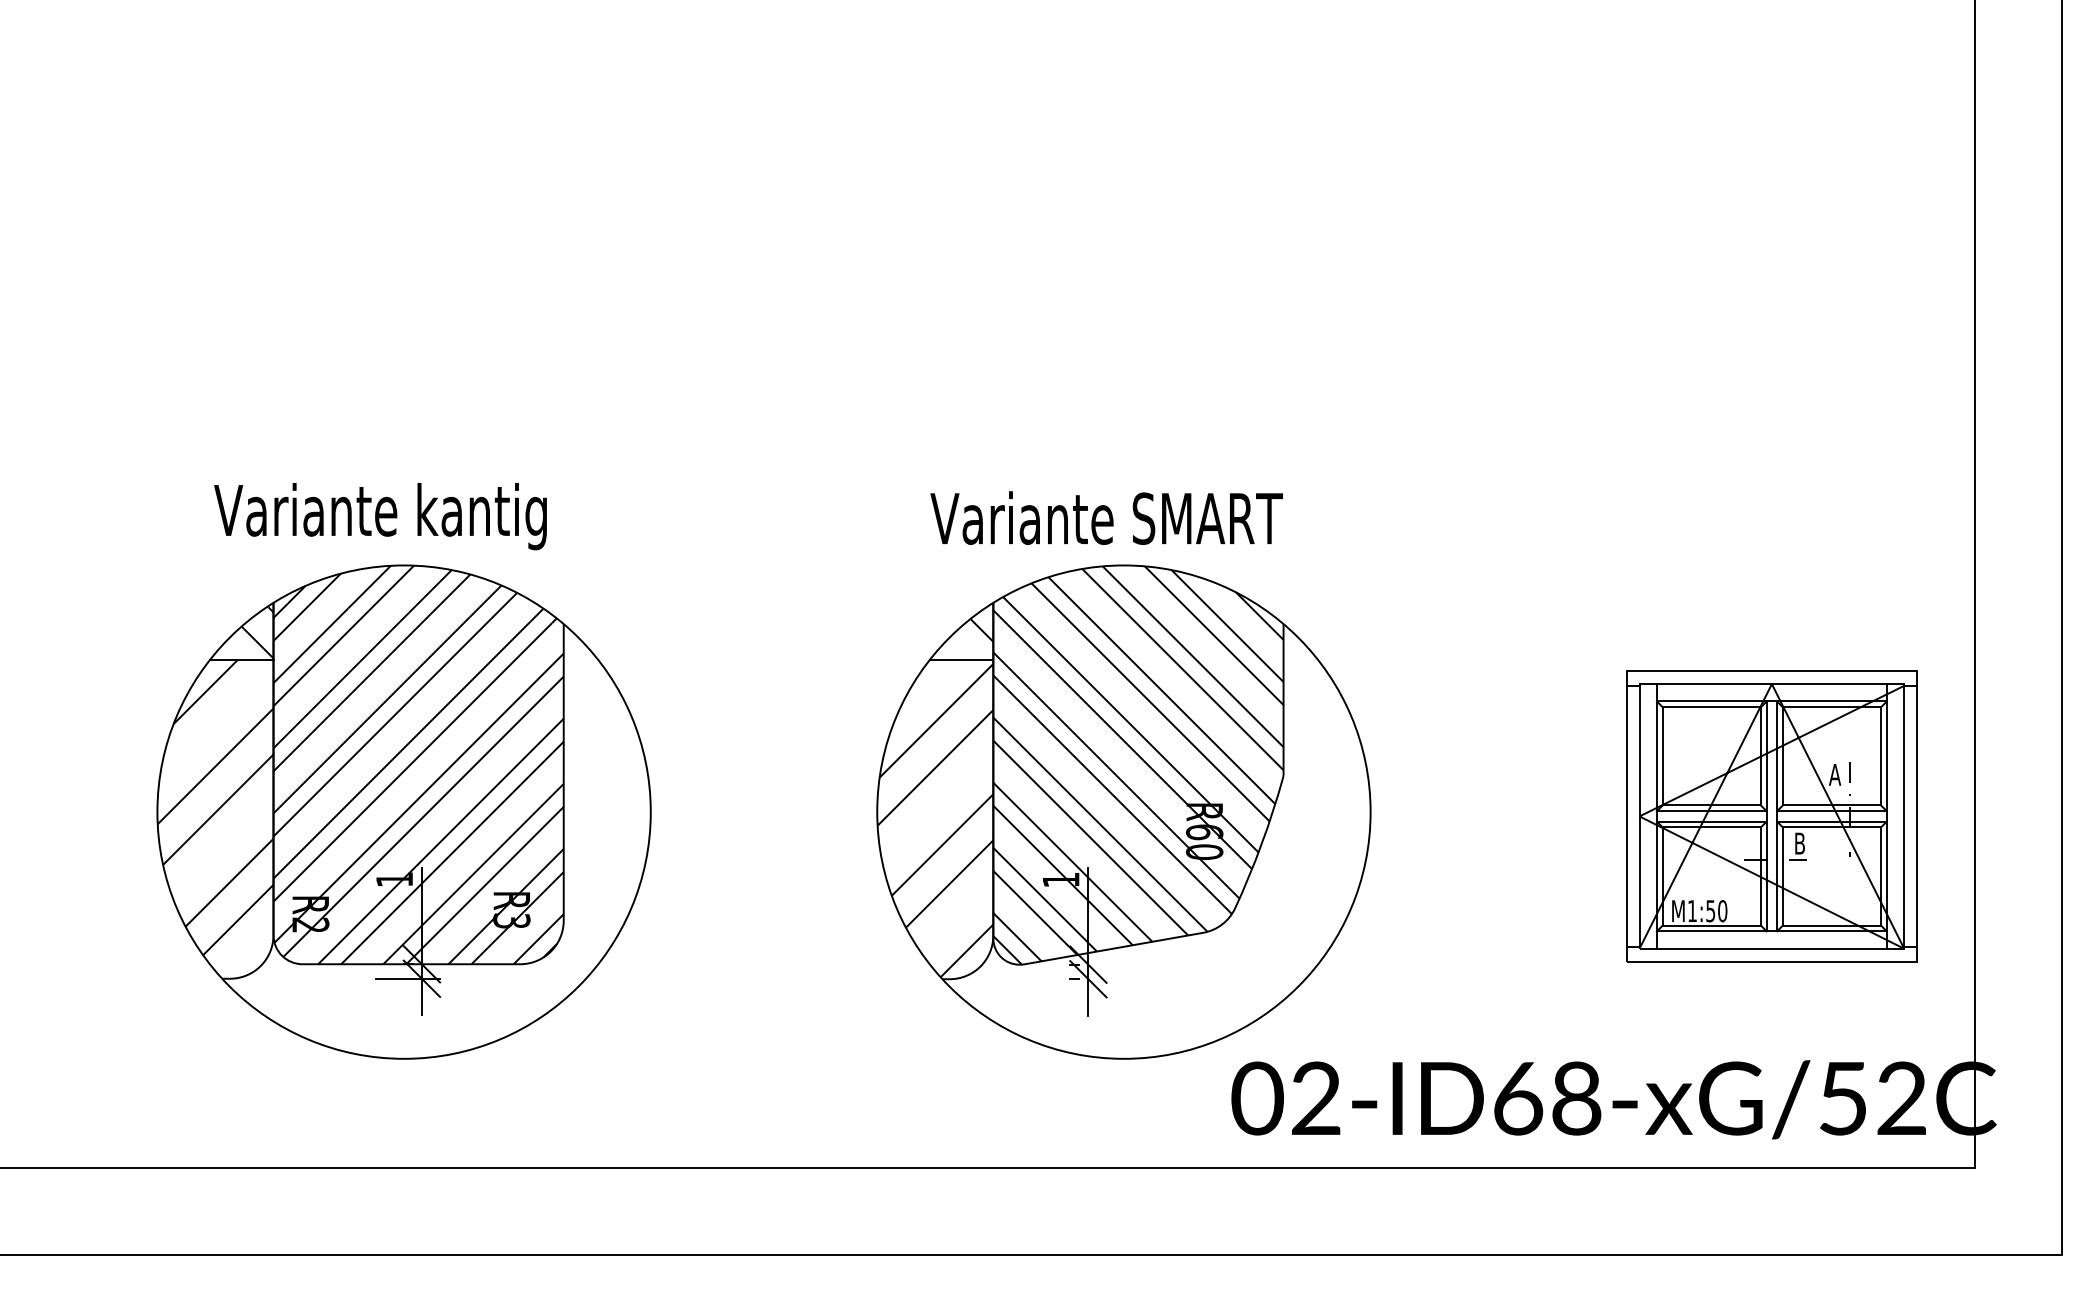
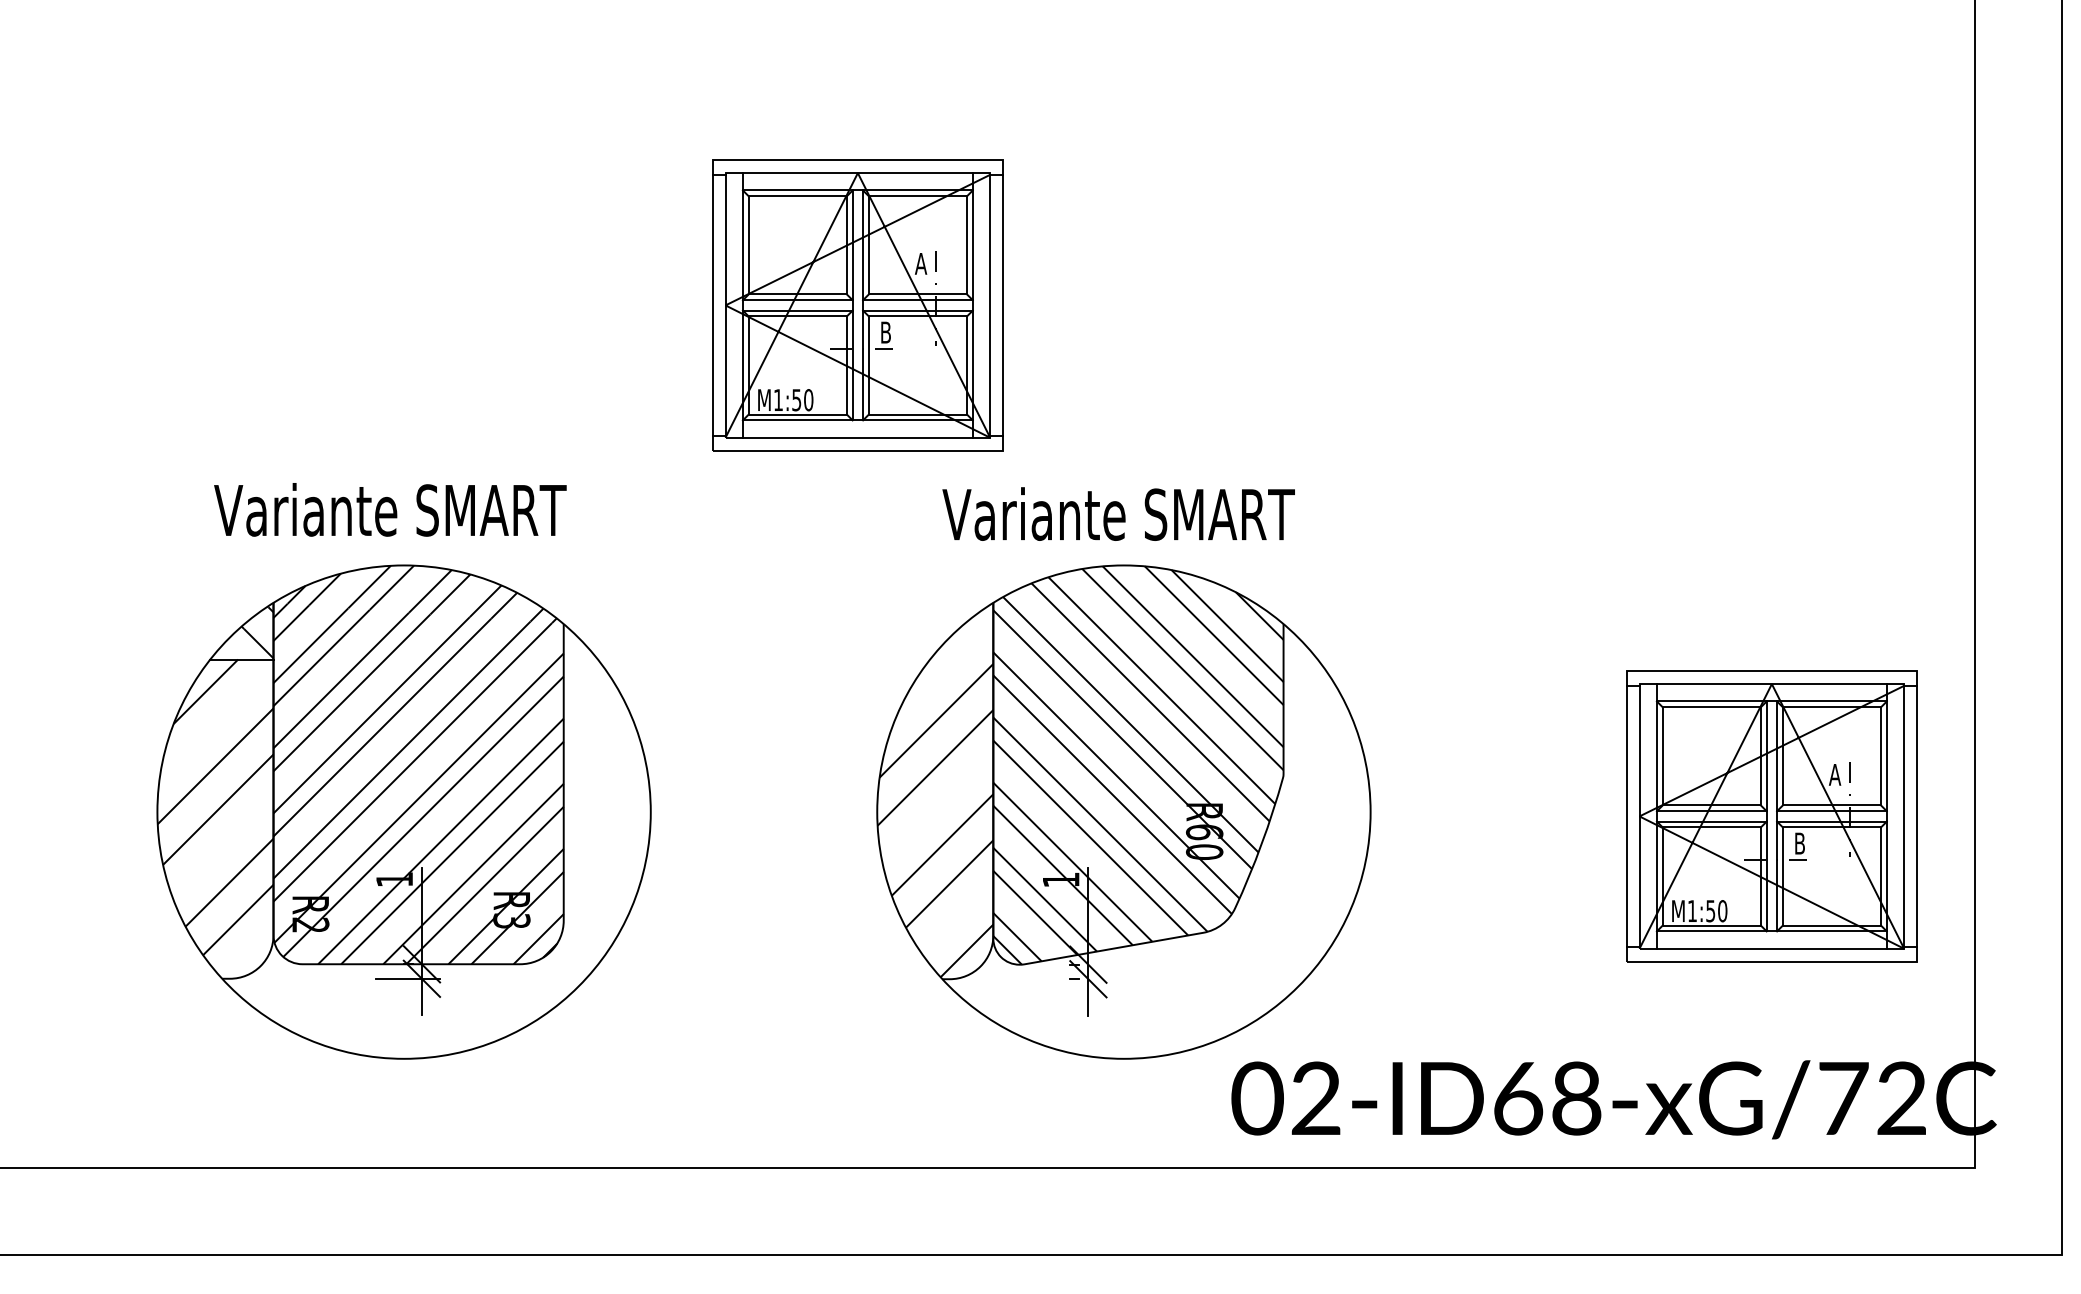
part at (857, 305): none -> present
text at (491, 516): Variante kantig -> Variante SMART
text at (1106, 517) position: (1106, 517) -> (1118, 513)
hatch at (981, 629): present -> none
line at (961, 659): present -> none
text at (1843, 1098): 02-ID68-xG/52C -> 02-ID68-xG/72C
